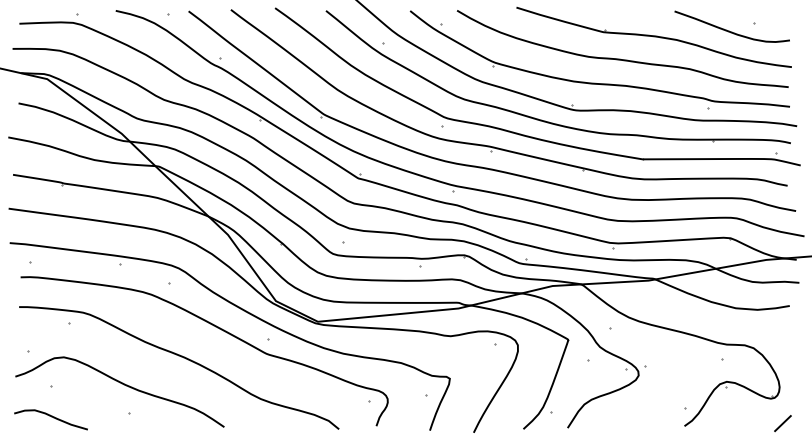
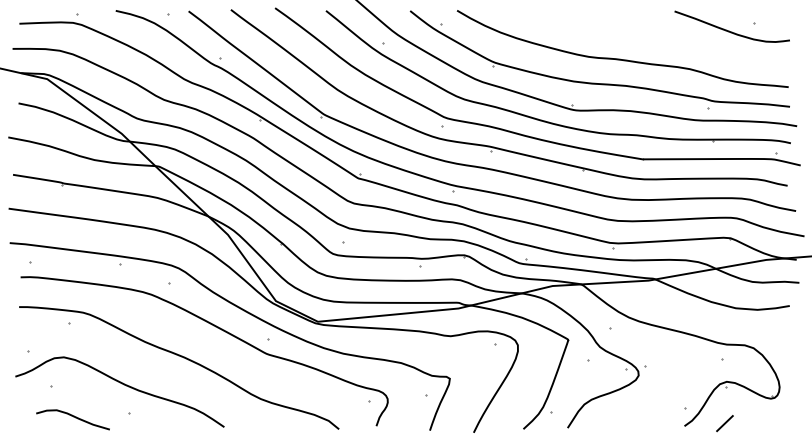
part at (653, 37): present -> none
curve at (51, 417) position: (51, 417) -> (73, 417)
line at (782, 423) position: (782, 423) -> (724, 423)
